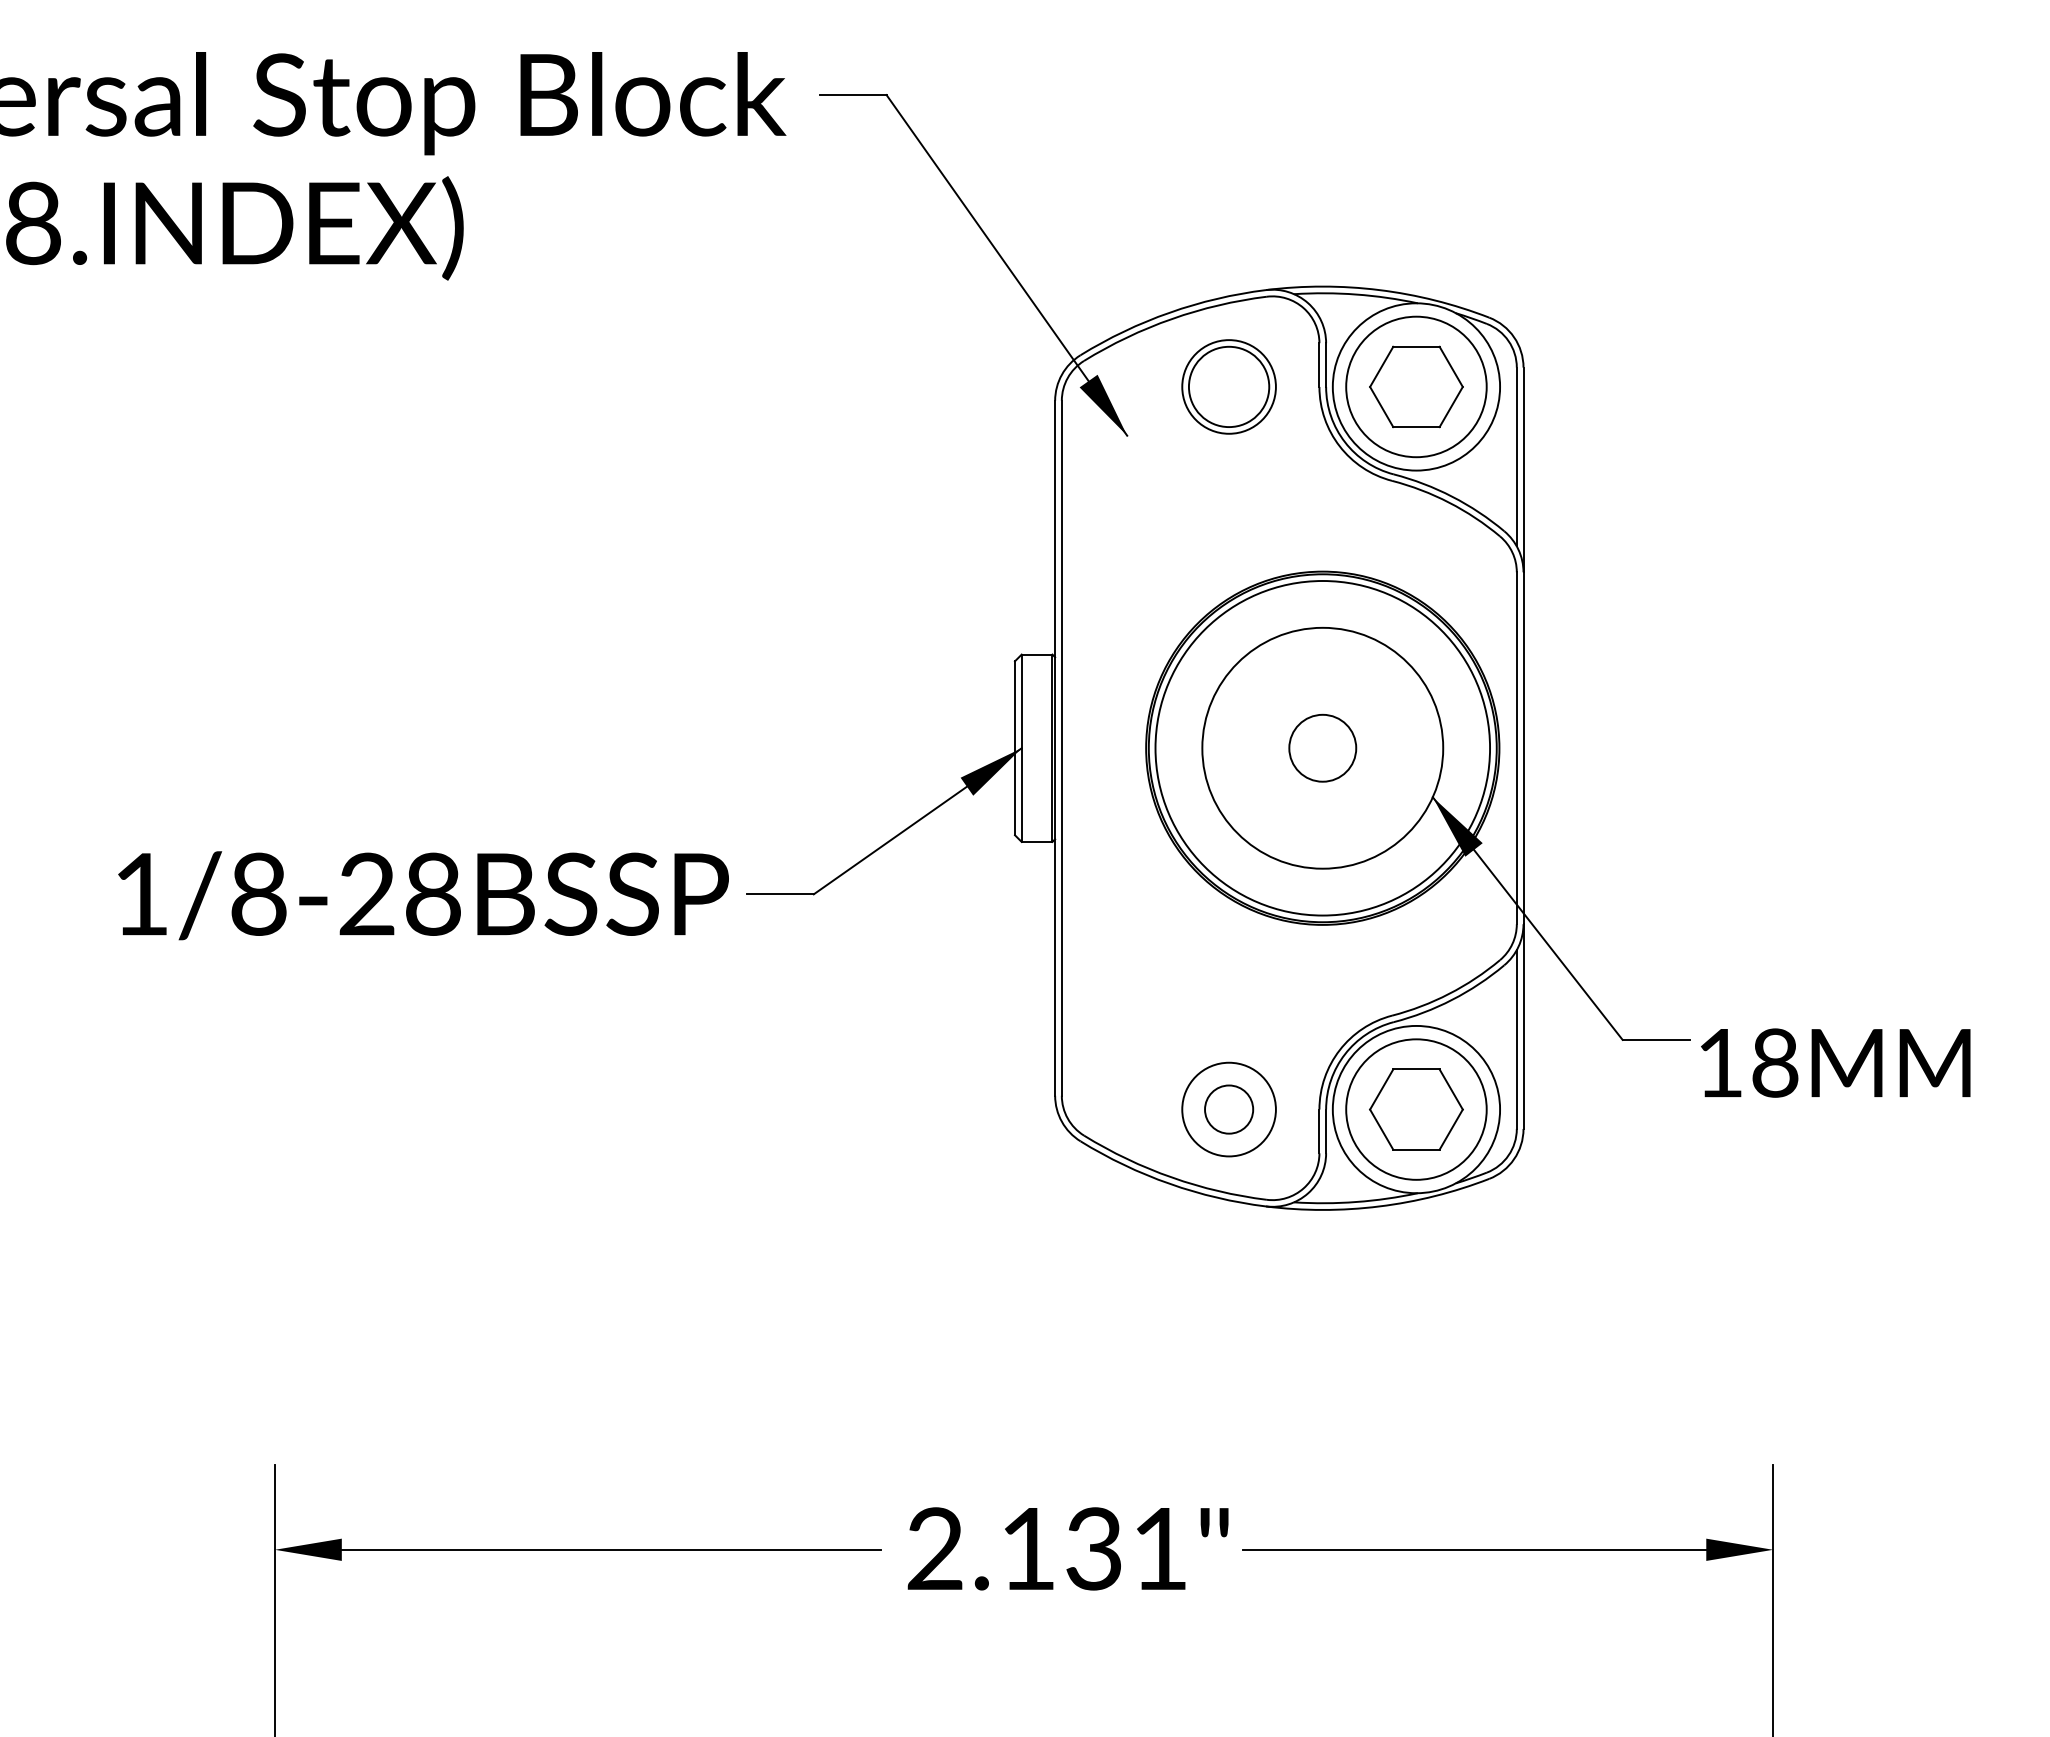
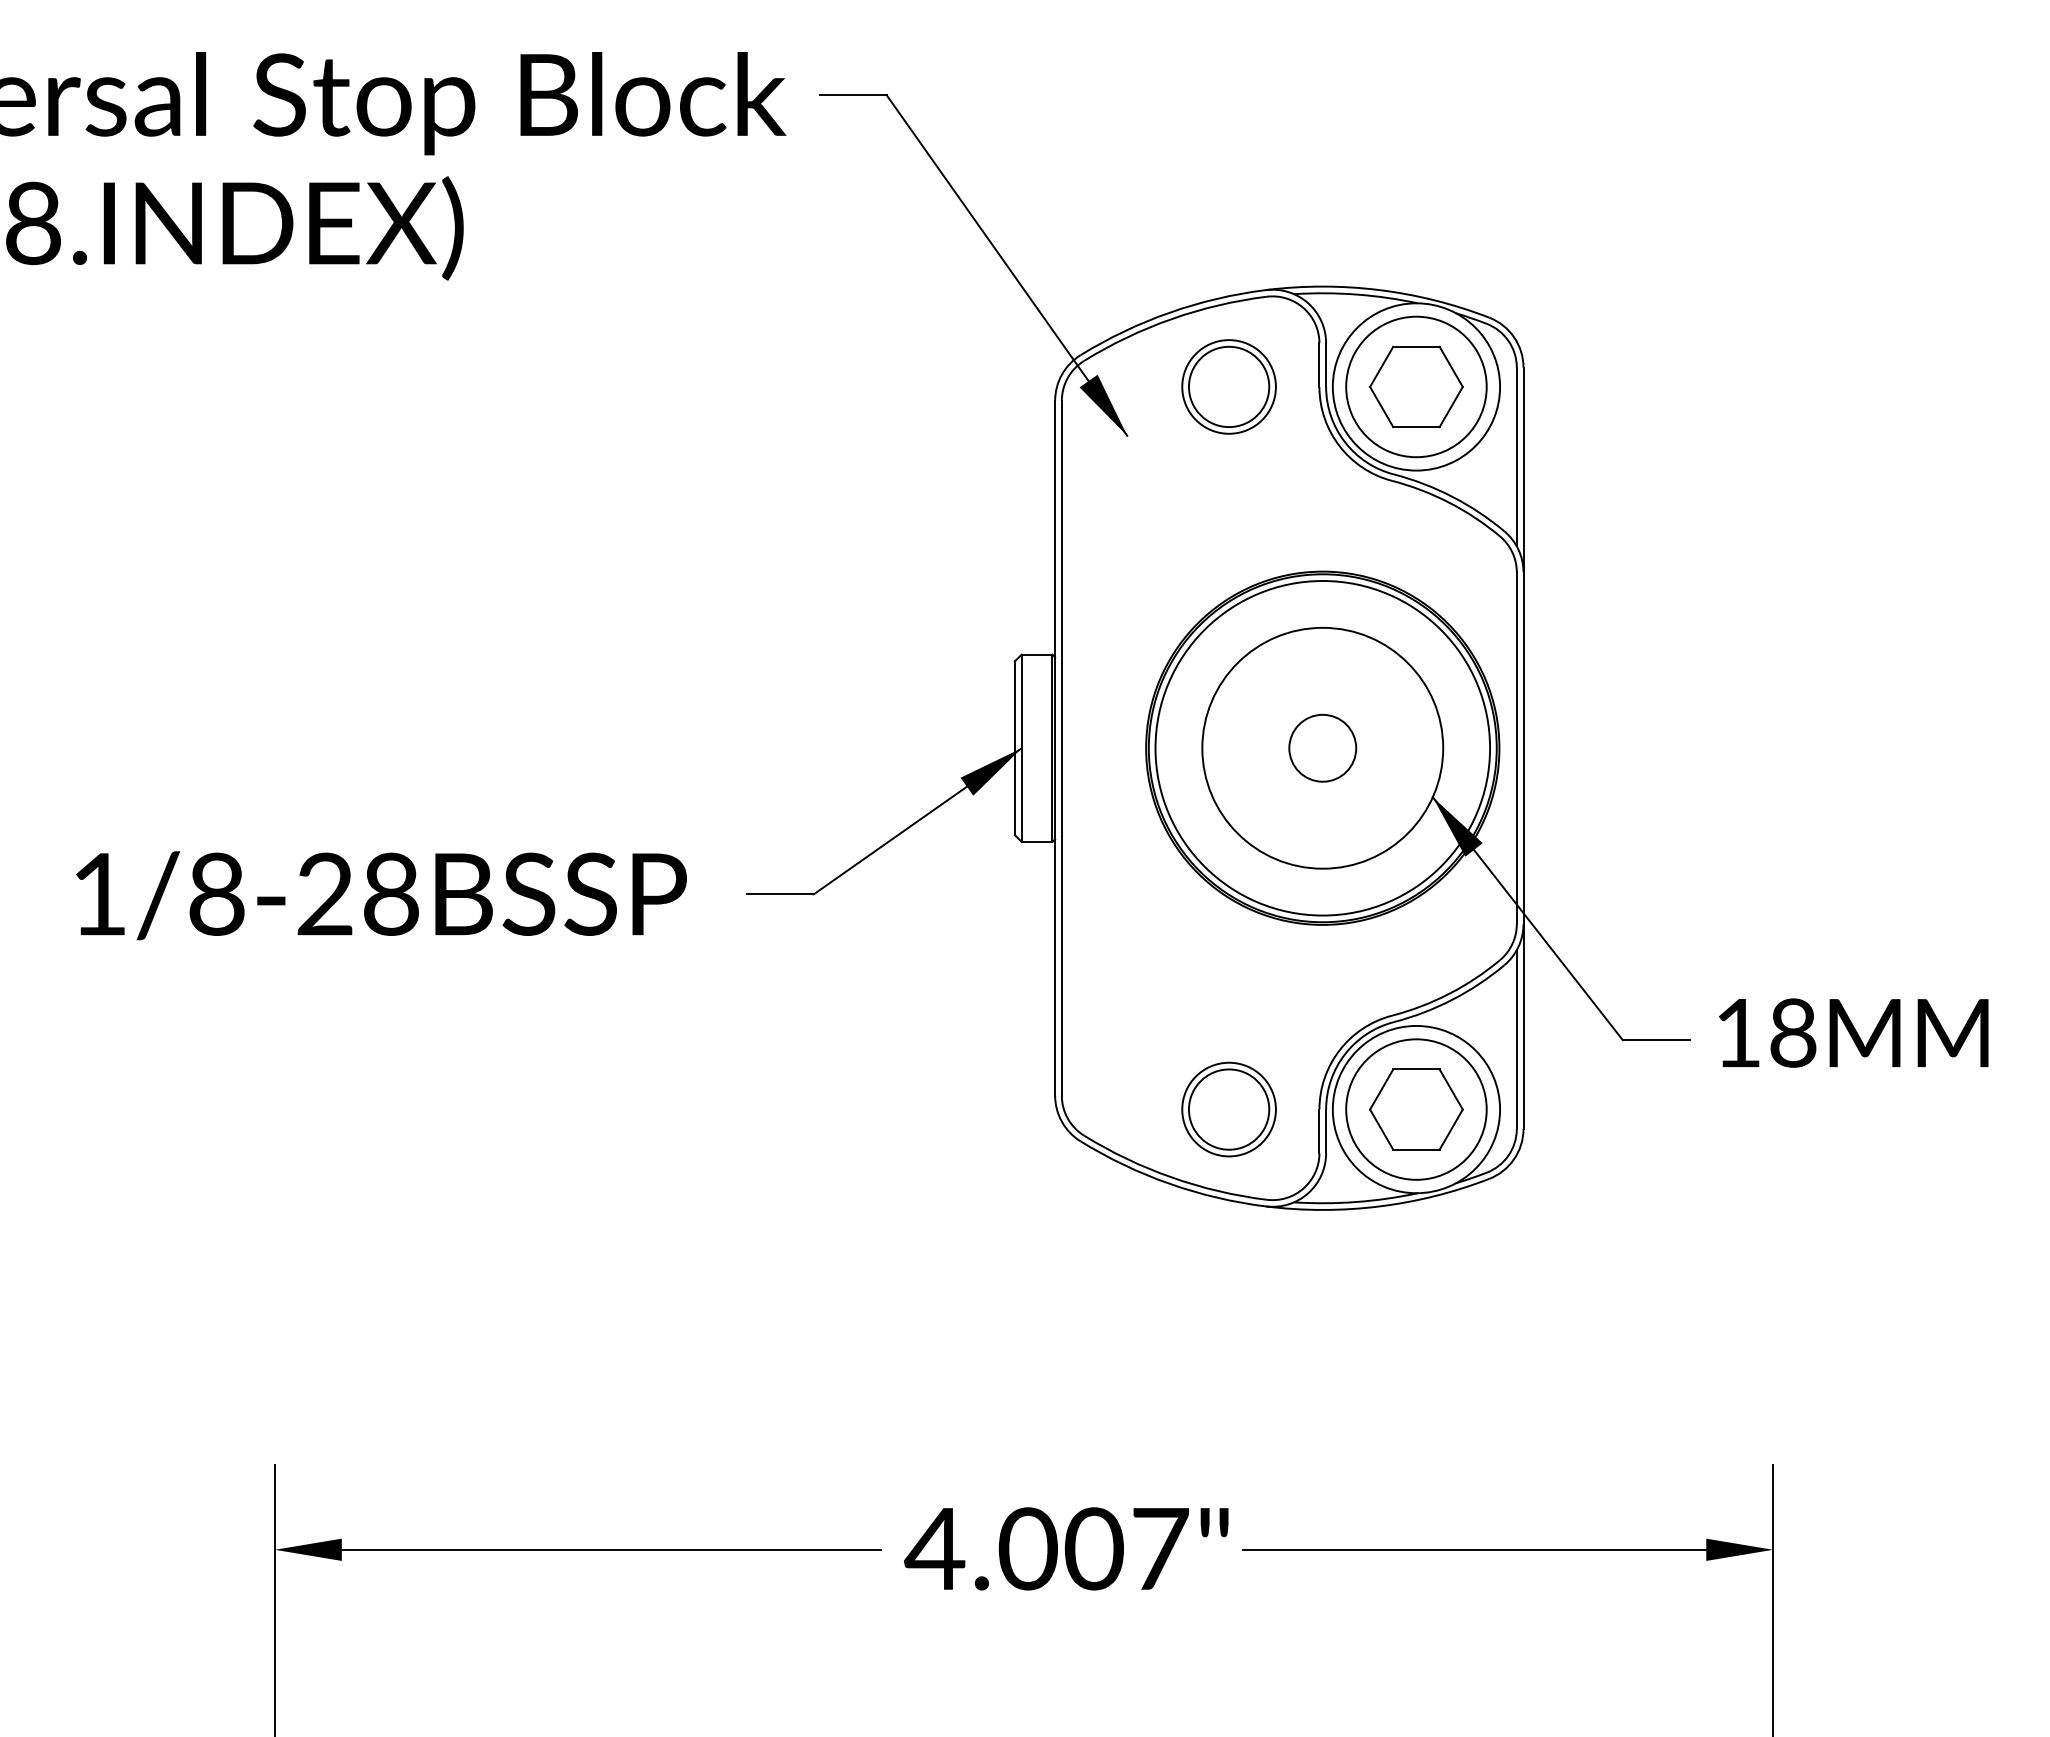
text at (423, 895) position: (423, 895) -> (381, 895)
text at (1835, 1062) position: (1835, 1062) -> (1853, 1032)
circle at (1229, 1109) diameter: 48 px -> 80 px
text at (1046, 1548): 2.131" -> 4.007"
